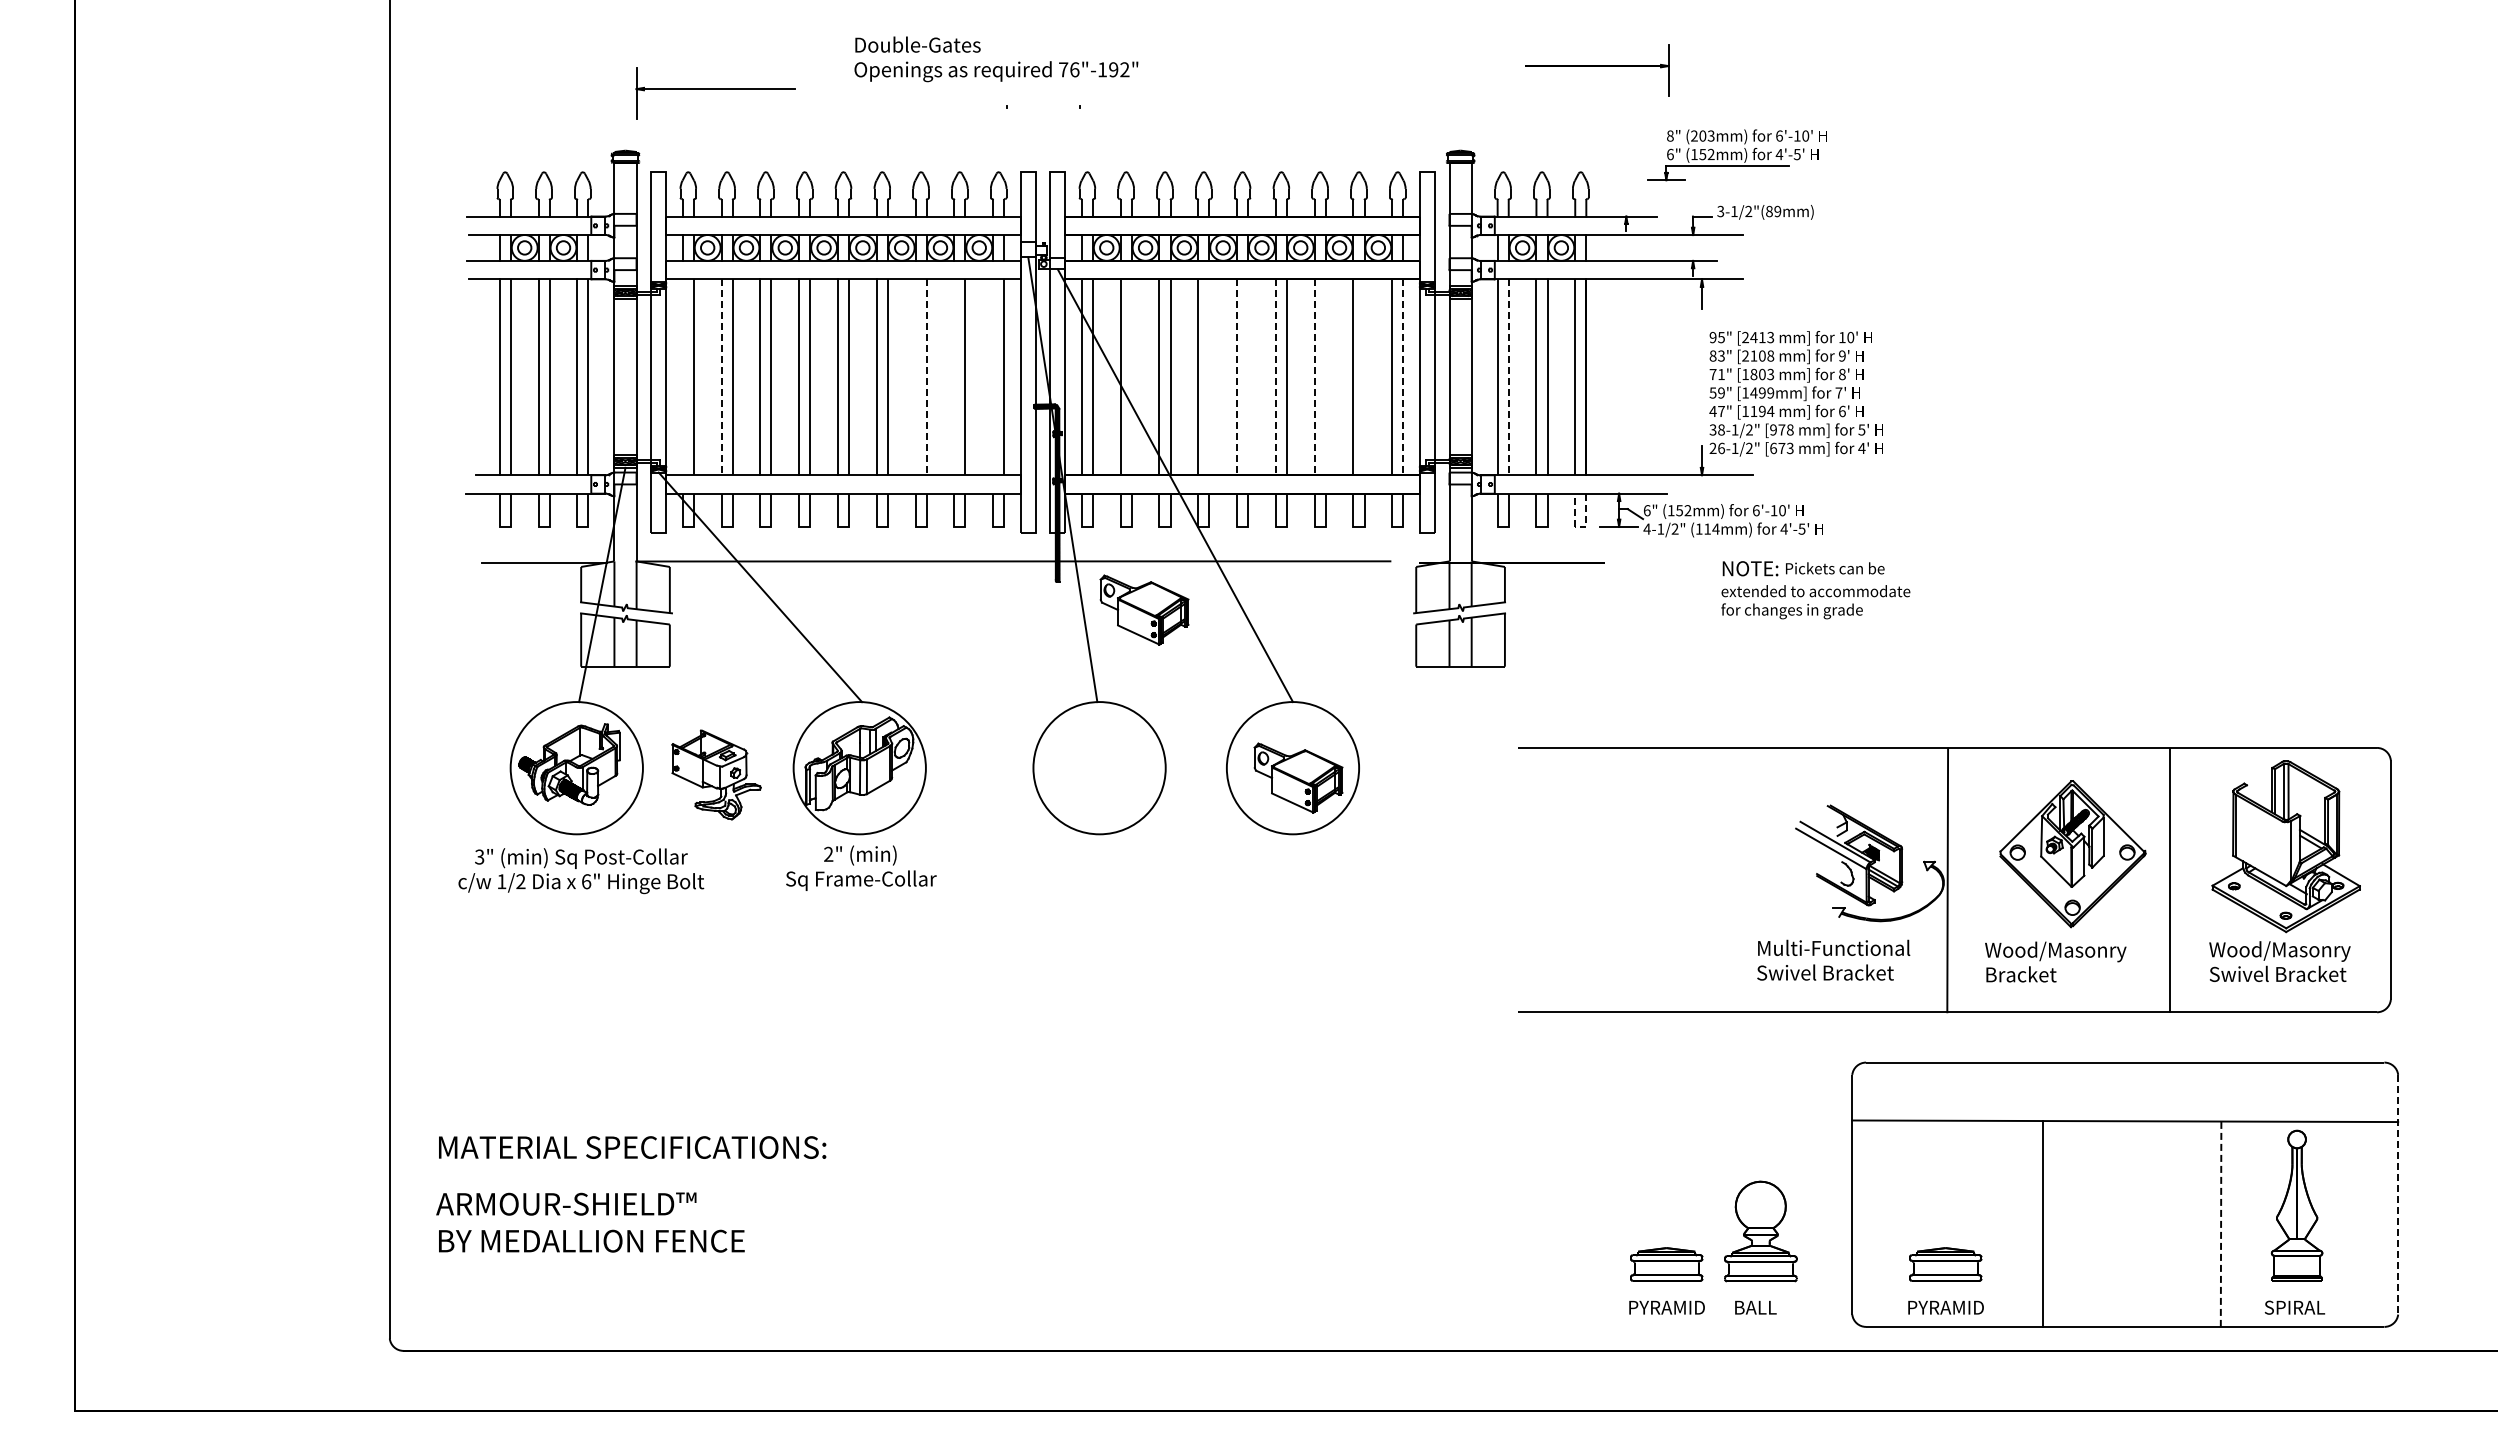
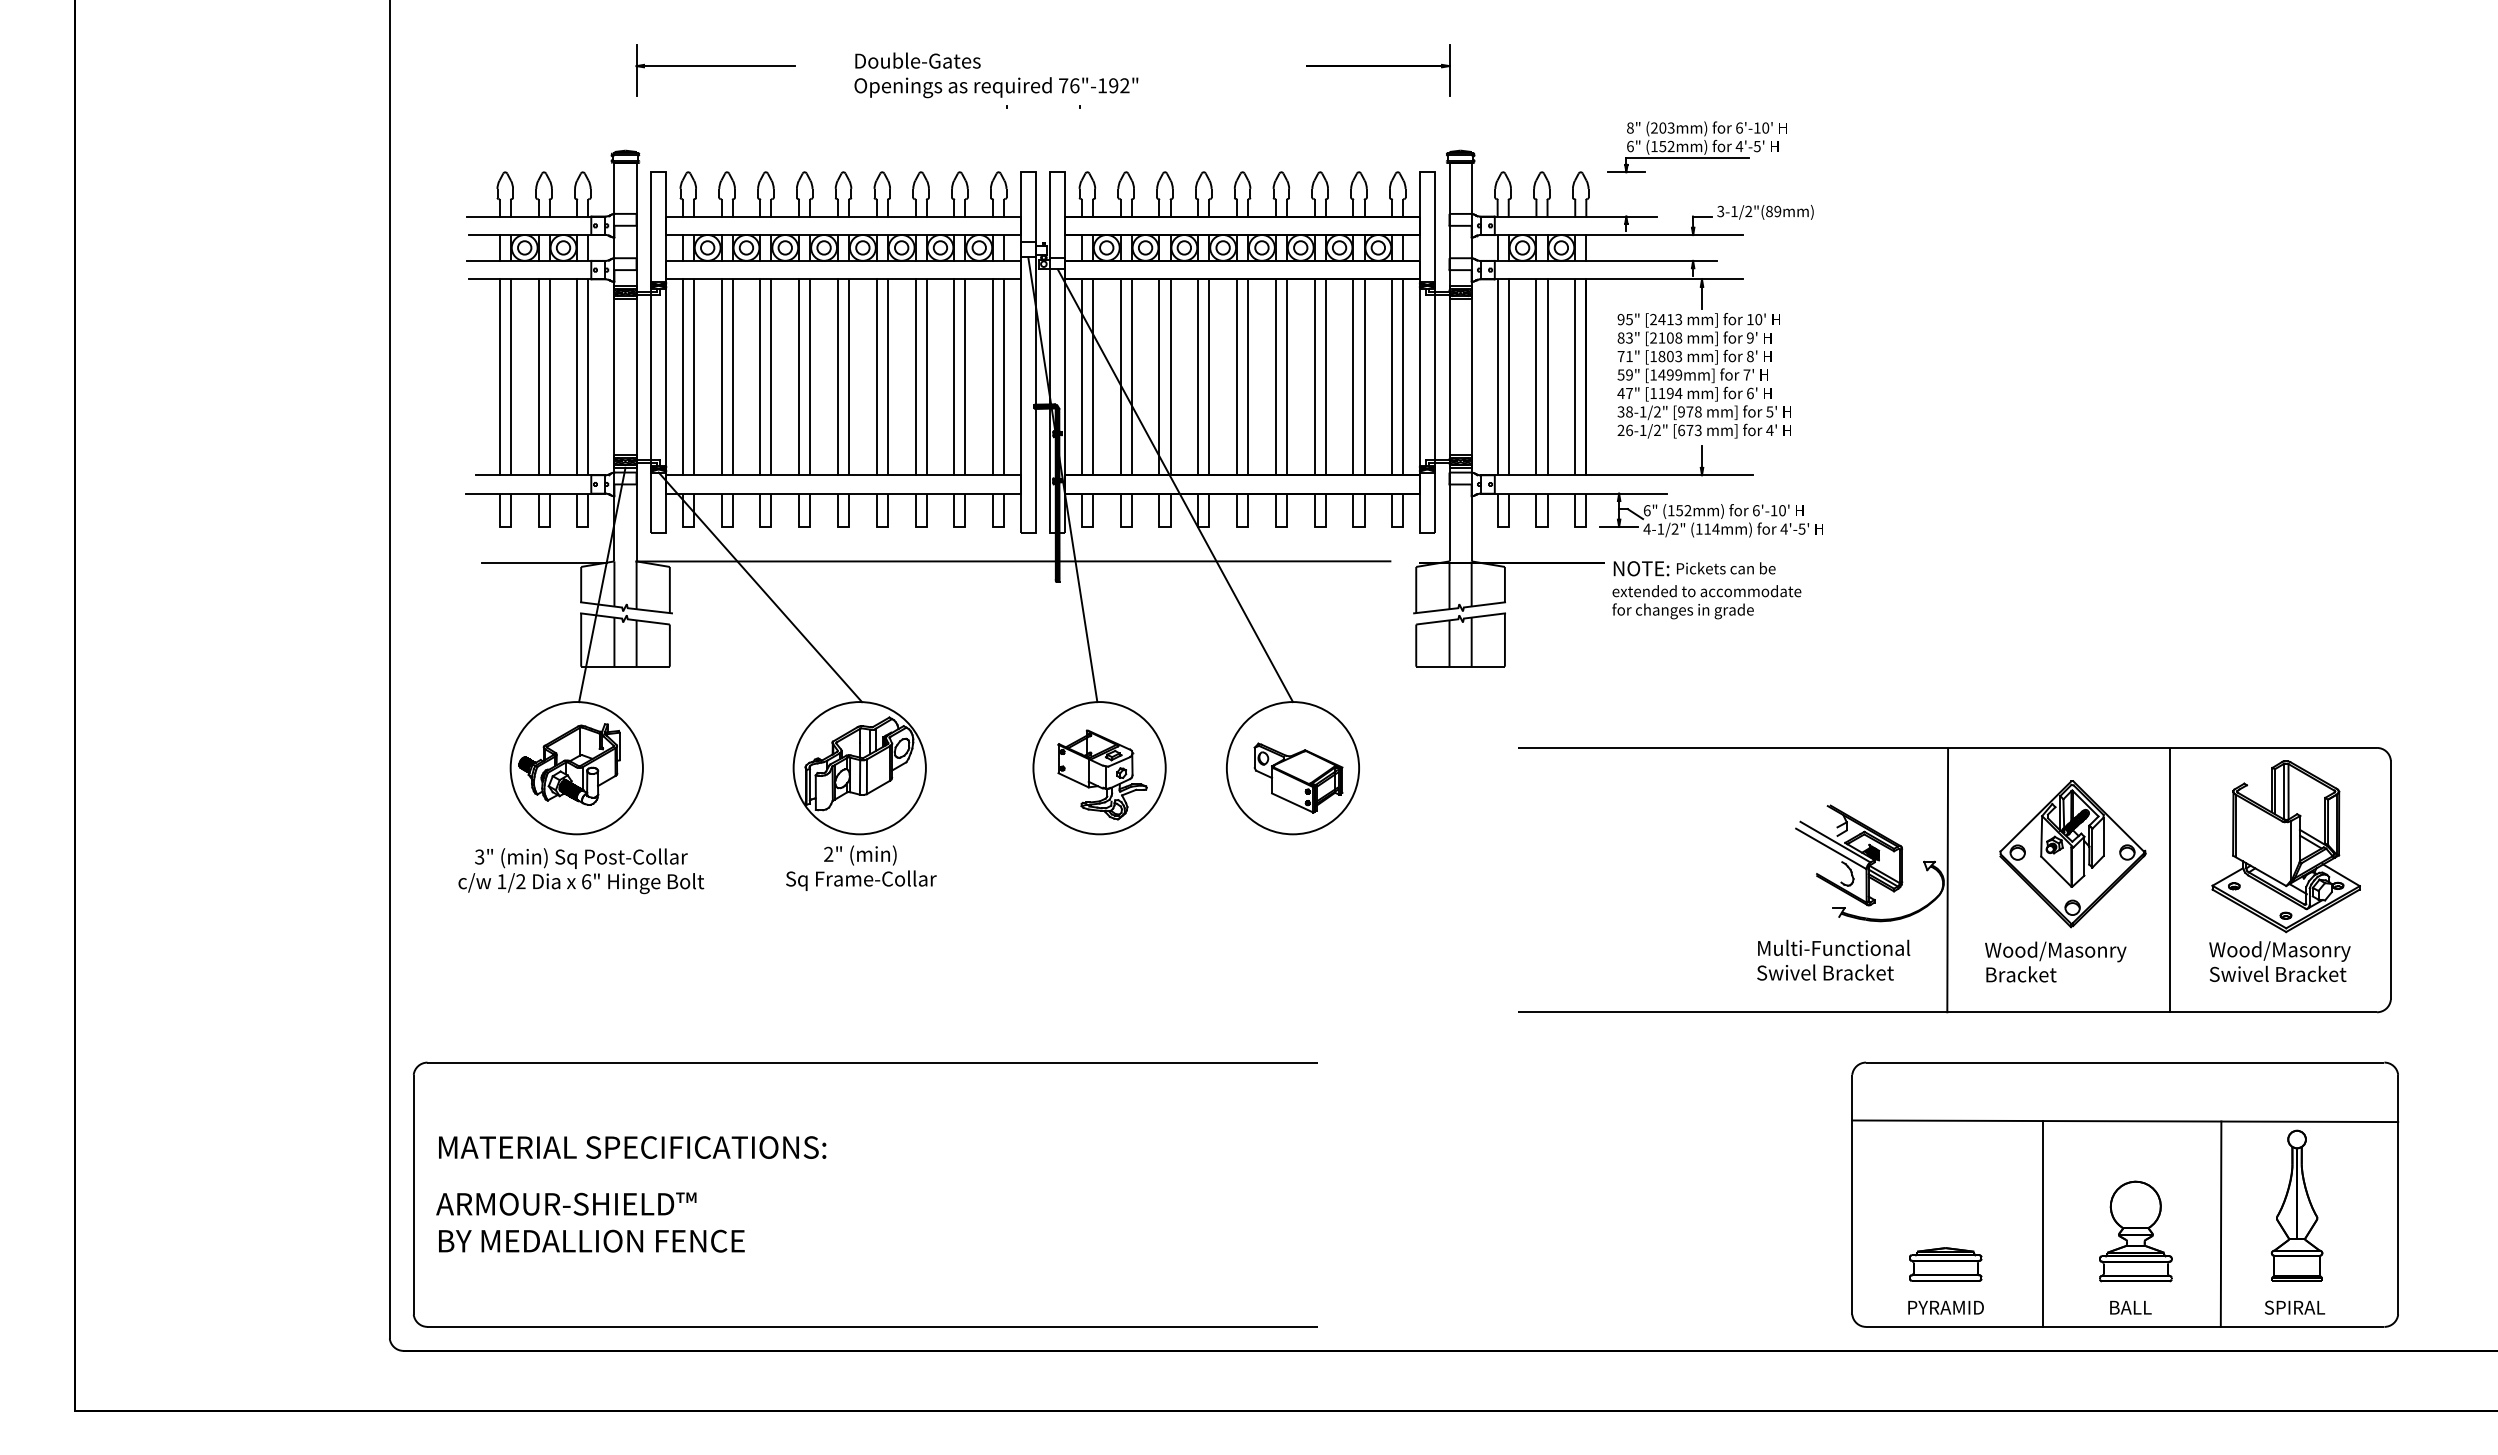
text at (996, 59) position: (996, 59) -> (996, 75)
part at (1597, 70) position: (1597, 70) -> (1378, 70)
part at (715, 93) position: (715, 93) -> (715, 70)
part at (1736, 155) position: (1736, 155) -> (1696, 147)
line at (682, 377): none -> present
line at (721, 377): dashed -> solid
line at (915, 377): none -> present
line at (926, 377): dashed -> solid
line at (954, 377): none -> present
line at (993, 377): none -> present
line at (1131, 377): none -> present
line at (1209, 377): none -> present
line at (1237, 377): dashed -> solid
line at (1248, 377): none -> present
line at (1275, 377): dashed -> solid
line at (1314, 377): dashed -> solid
line at (1325, 377): none -> present
line at (1364, 377): none -> present
line at (1403, 377): dashed -> solid
line at (1508, 377): dashed -> solid
text at (1795, 393) position: (1795, 393) -> (1703, 375)
line at (1580, 527): dashed -> solid
text at (1815, 590) position: (1815, 590) -> (1706, 590)
part at (1144, 609): present -> none
part at (716, 774) position: (716, 774) -> (1102, 774)
part at (864, 1063): none -> present
line at (2398, 1194): dashed -> solid
line at (2221, 1224): dashed -> solid
part at (1760, 1247) position: (1760, 1247) -> (2135, 1247)
part at (1666, 1280): present -> none
